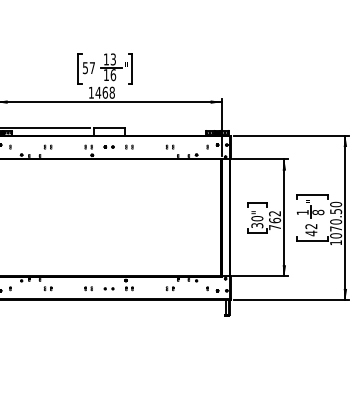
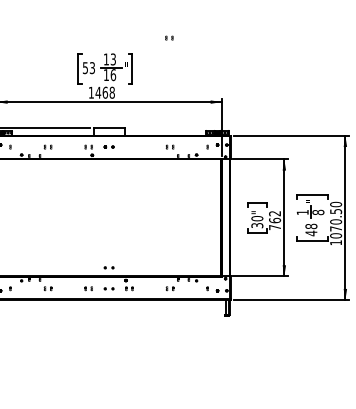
text at (91, 68): 57 -> 53
part at (129, 146) position: (129, 146) -> (169, 37)
text at (311, 226): 42 -> 48
part at (108, 267): none -> present
